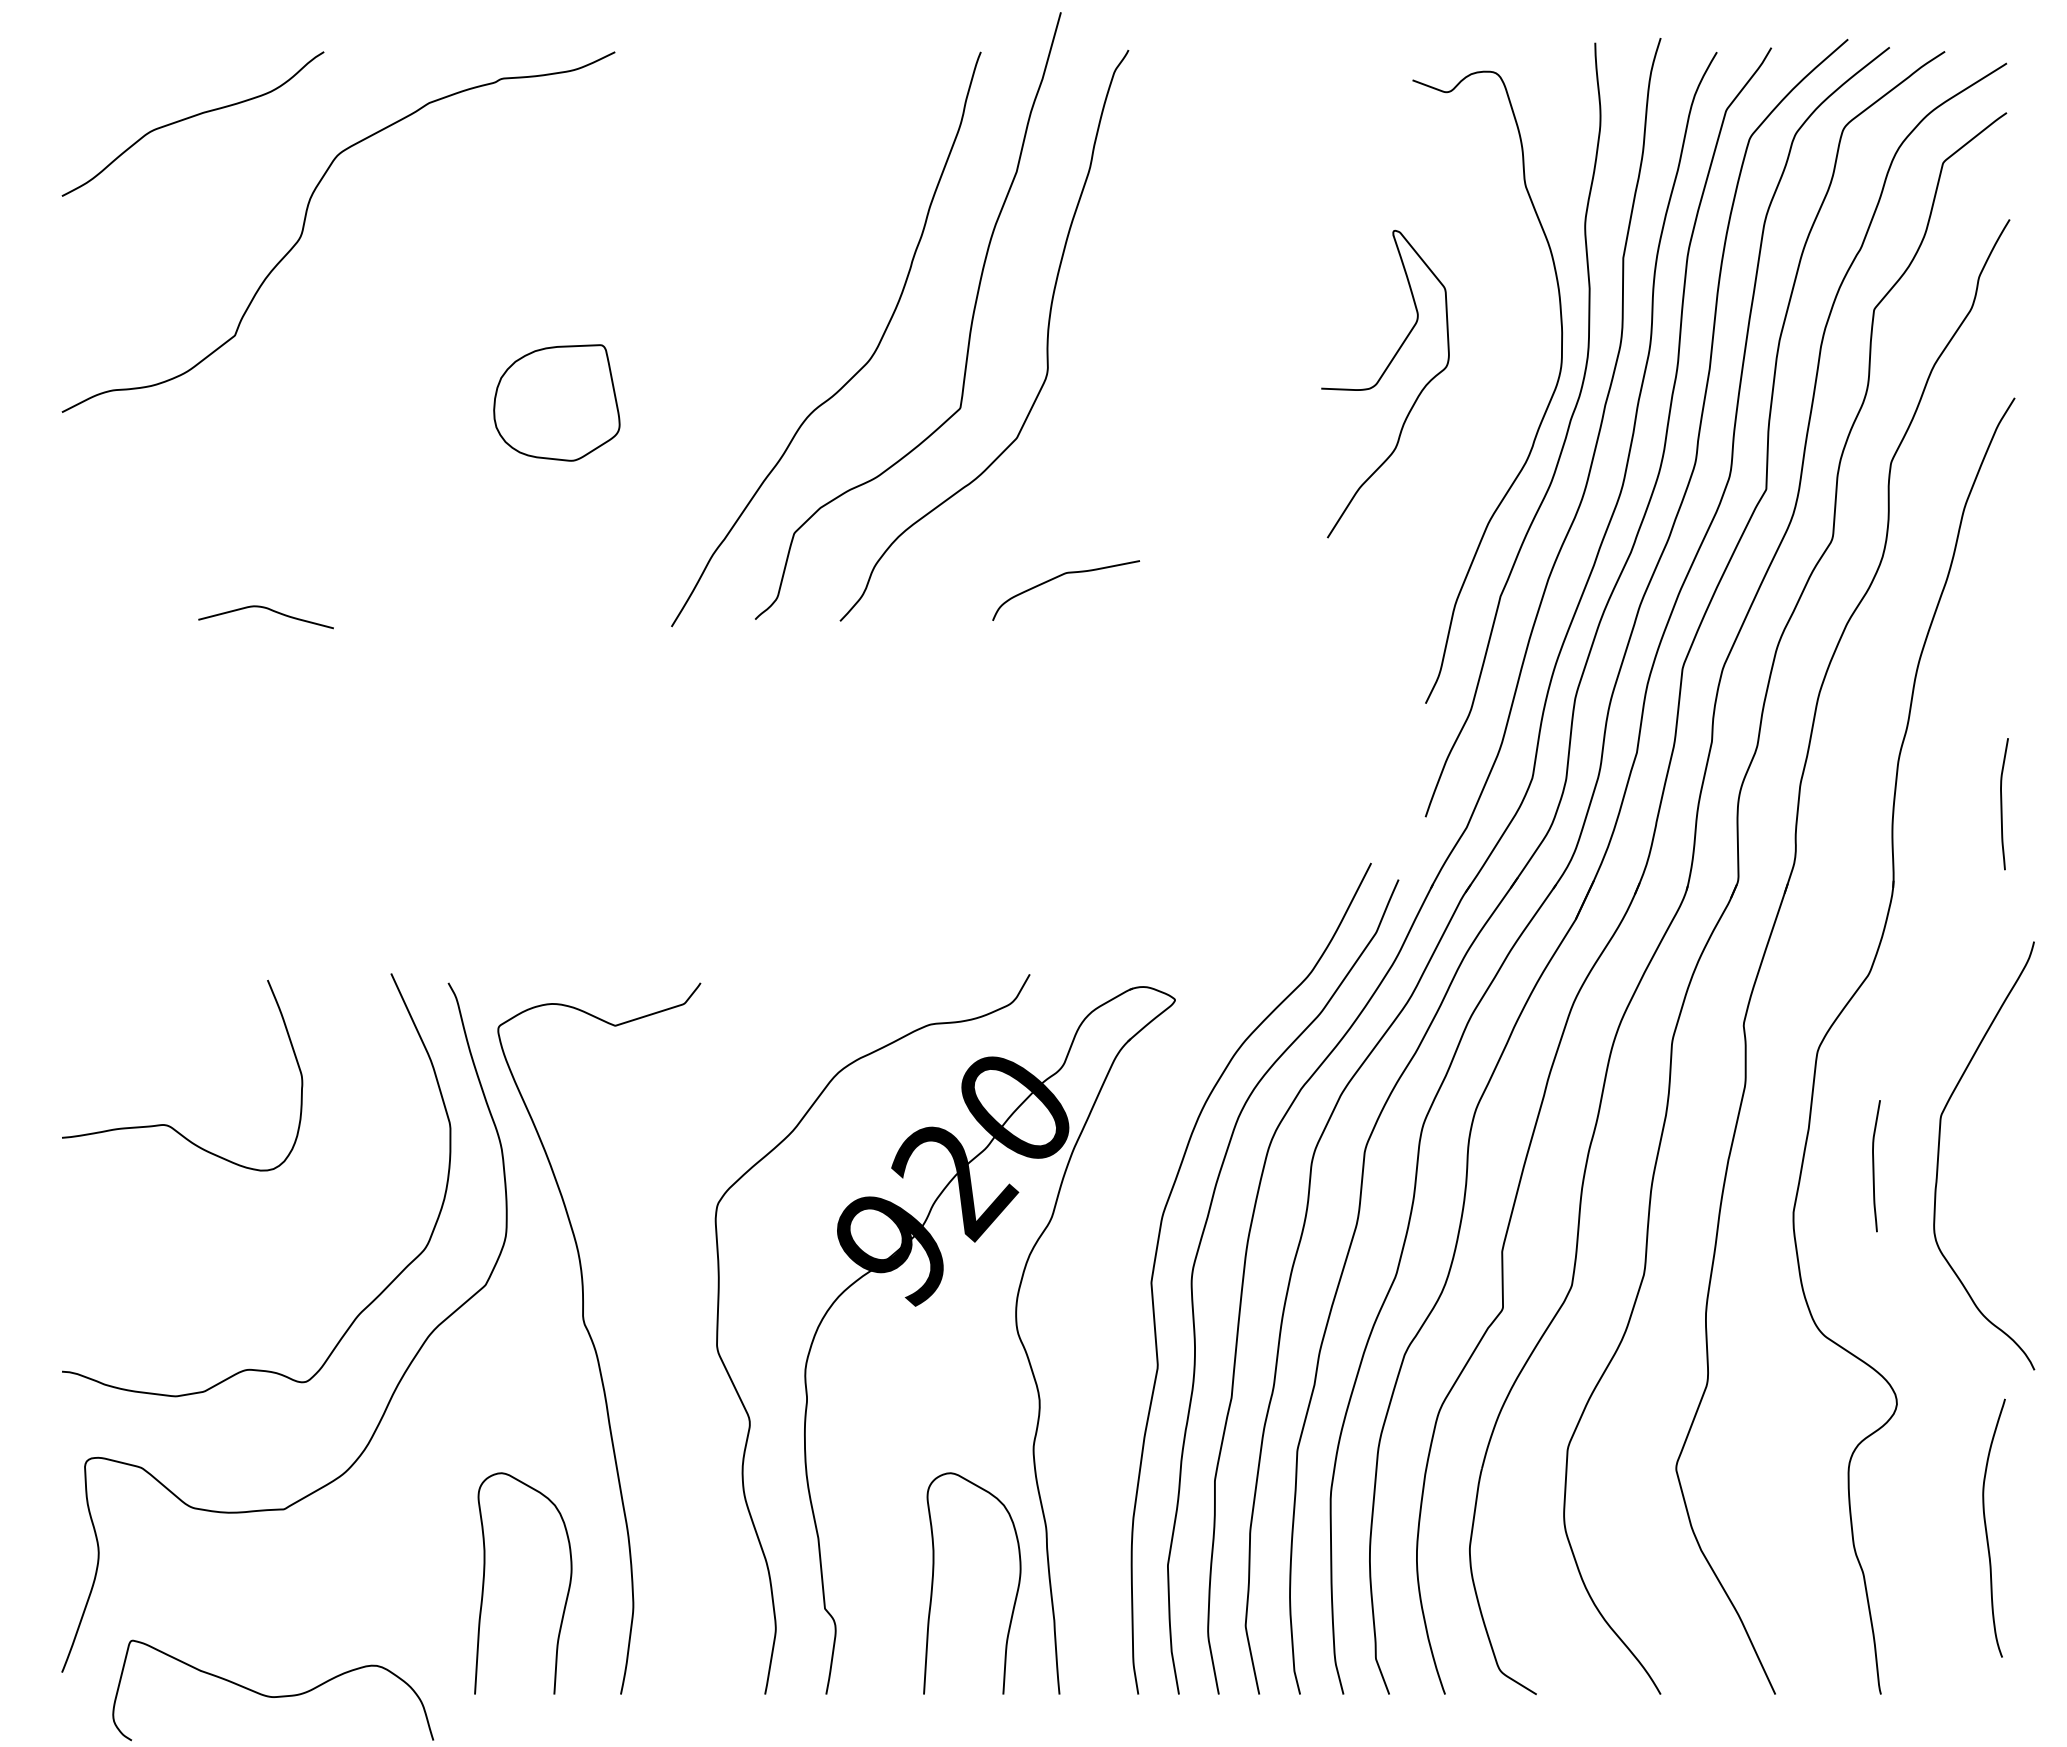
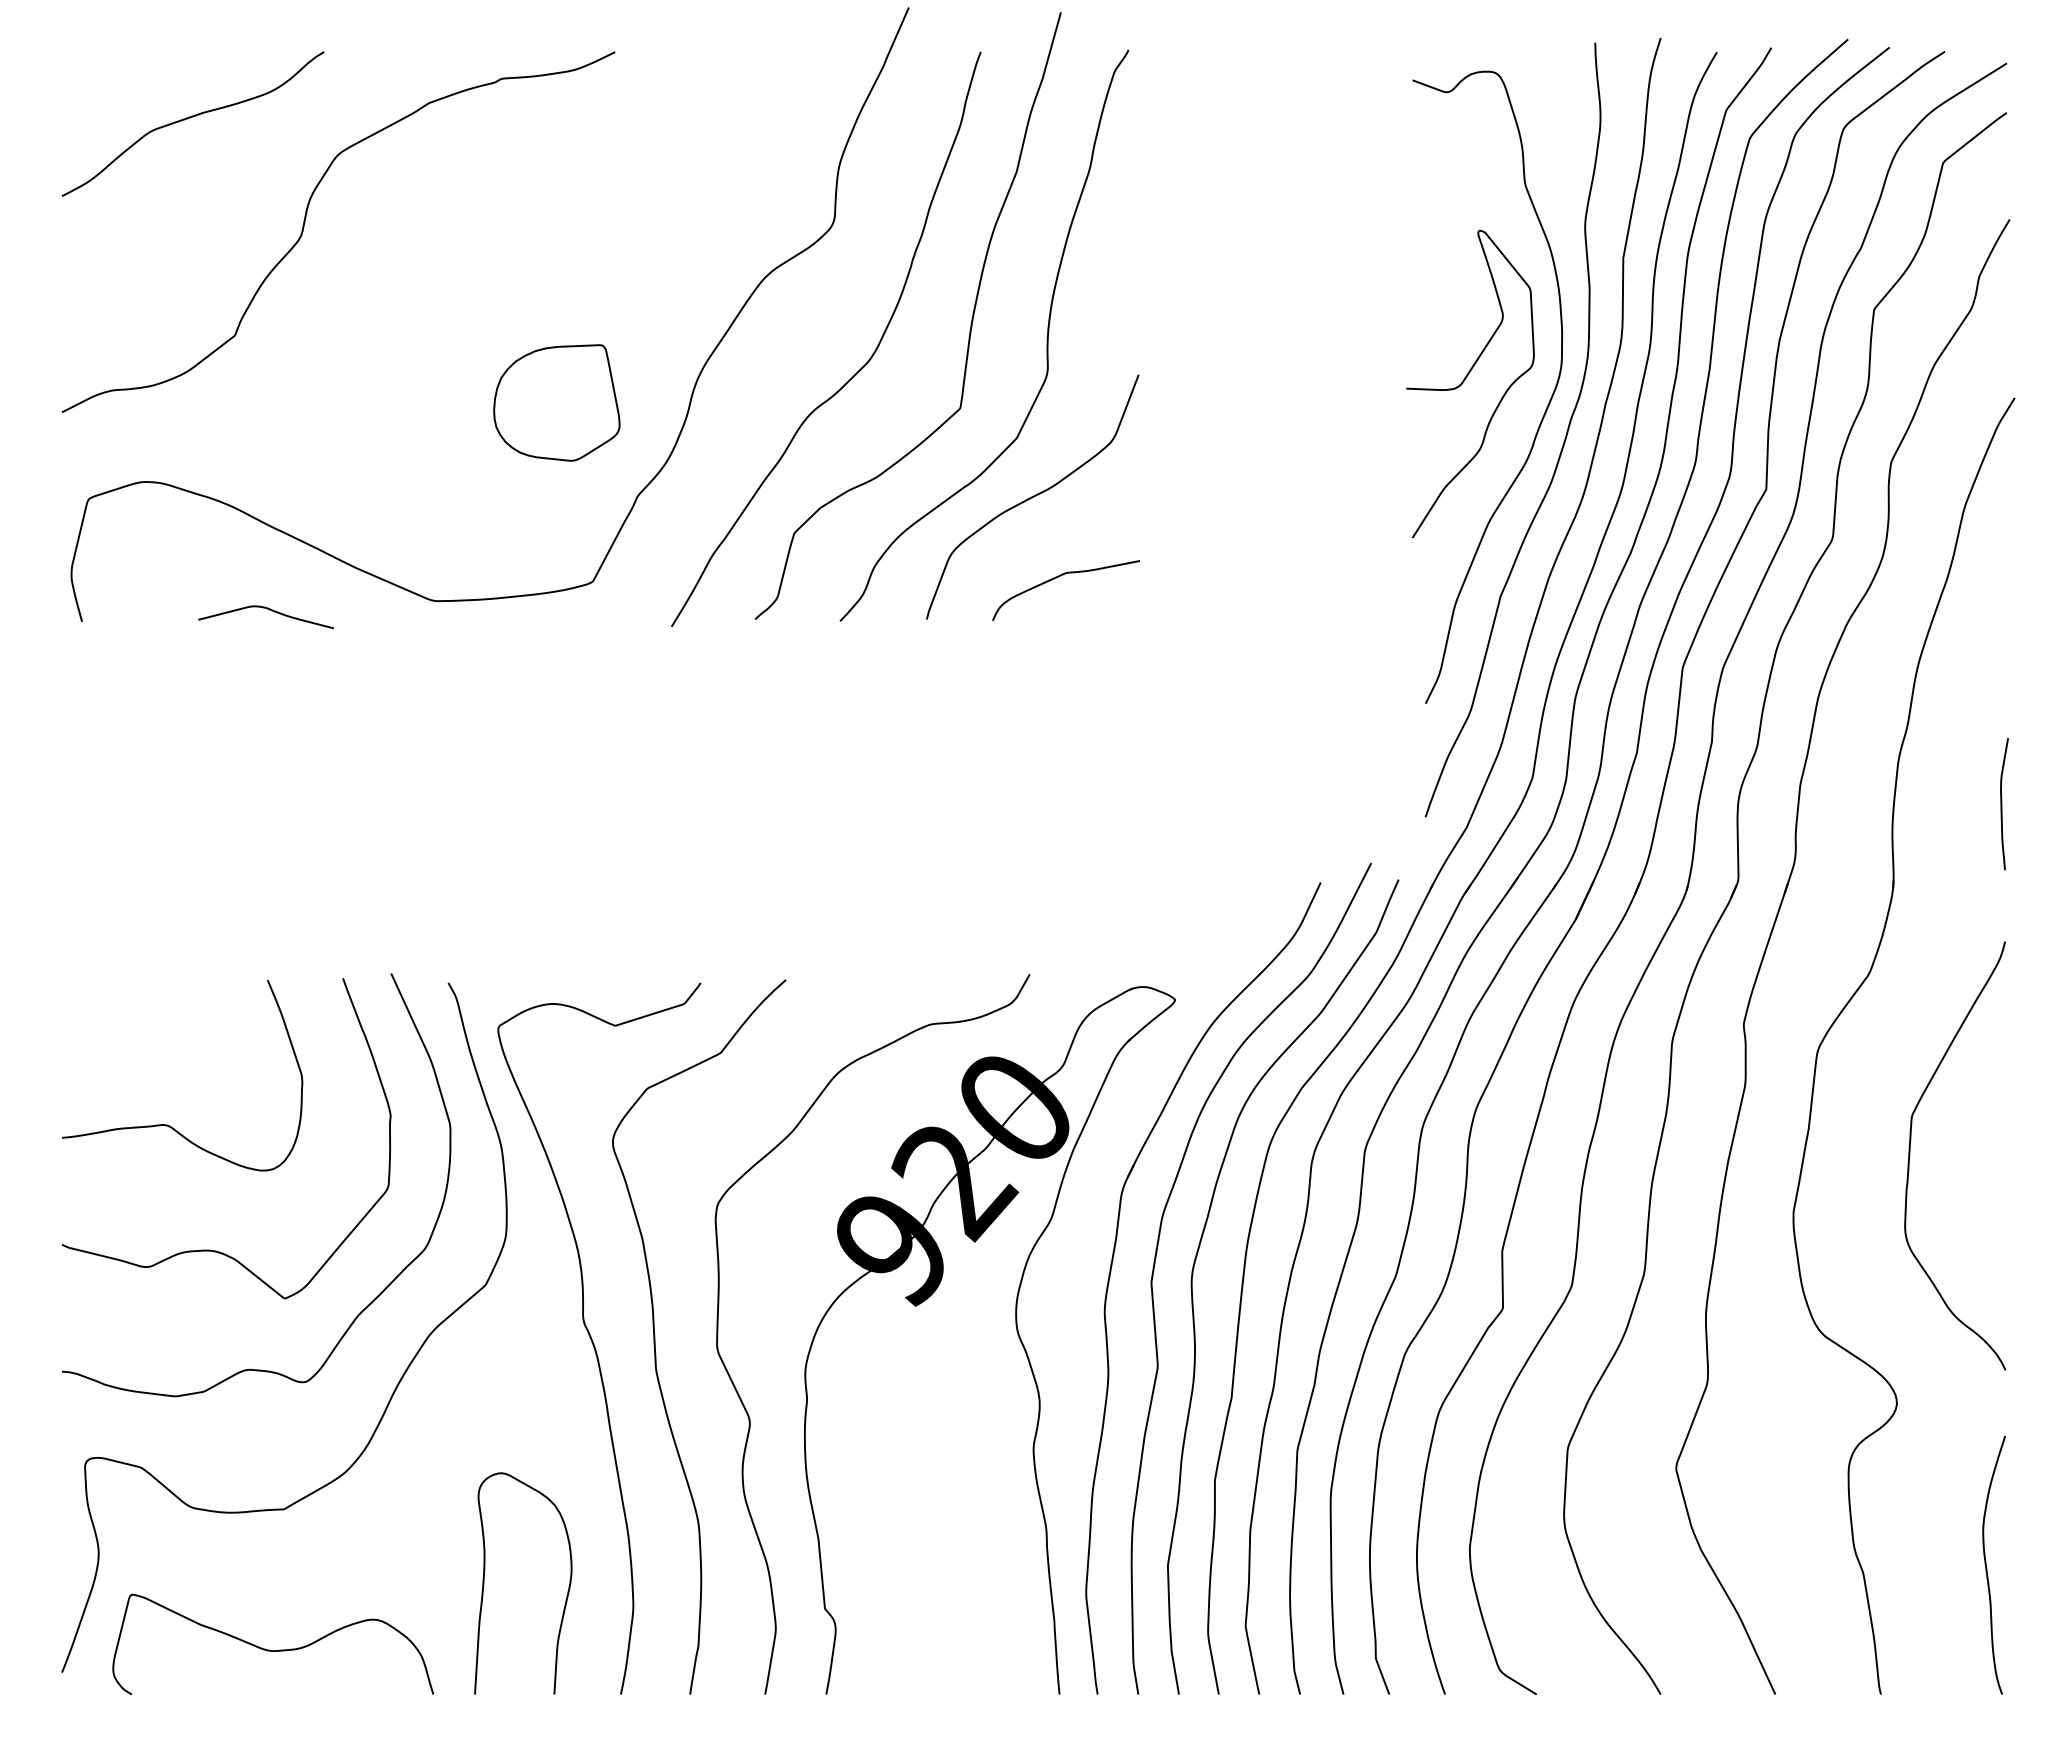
curve at (1380, 380) position: (1380, 380) -> (1465, 380)
curve at (695, 381): none -> present
curve at (1032, 496): none -> present
curve at (1939, 1155) position: (1939, 1155) -> (1910, 1155)
curve at (1874, 1166): present -> none
curve at (210, 1249): none -> present
part at (1111, 1272): none -> present
curve at (655, 1336): none -> present
curve at (1986, 1527) position: (1986, 1527) -> (1986, 1564)
curve at (933, 1583): present -> none
curve at (273, 1696) position: (273, 1696) -> (273, 1650)
